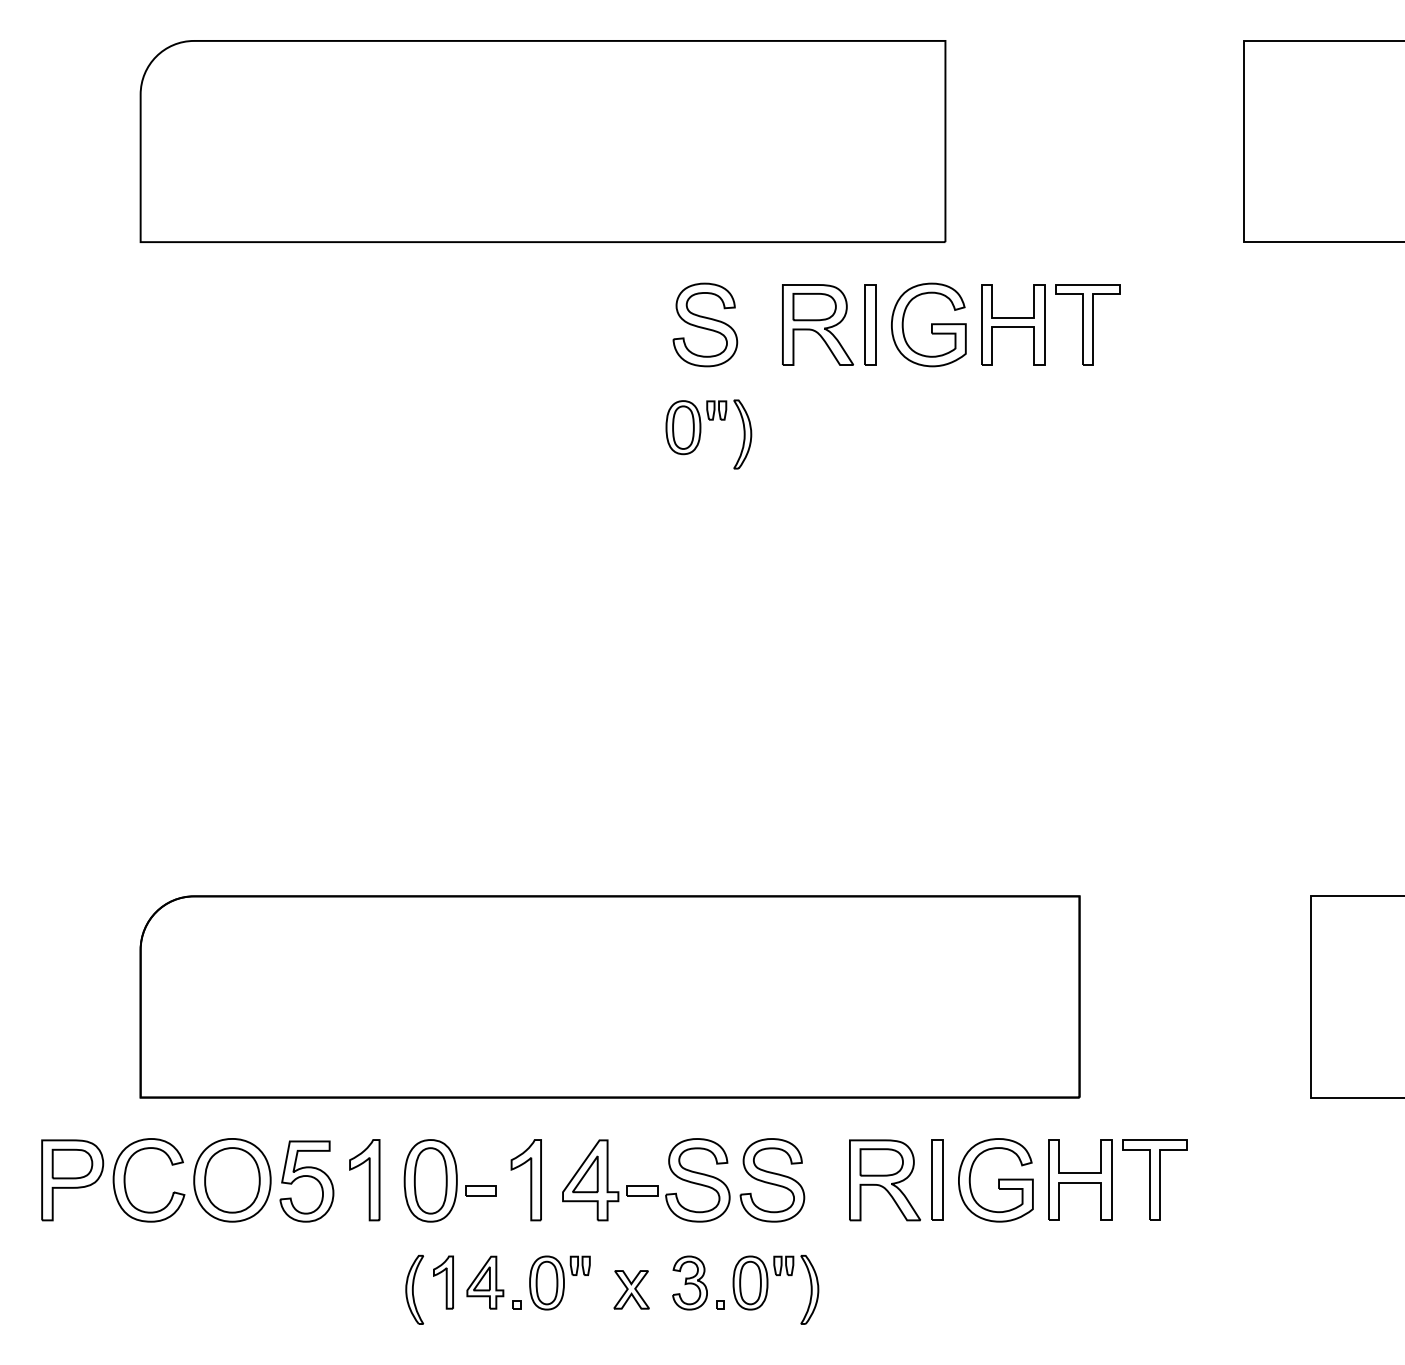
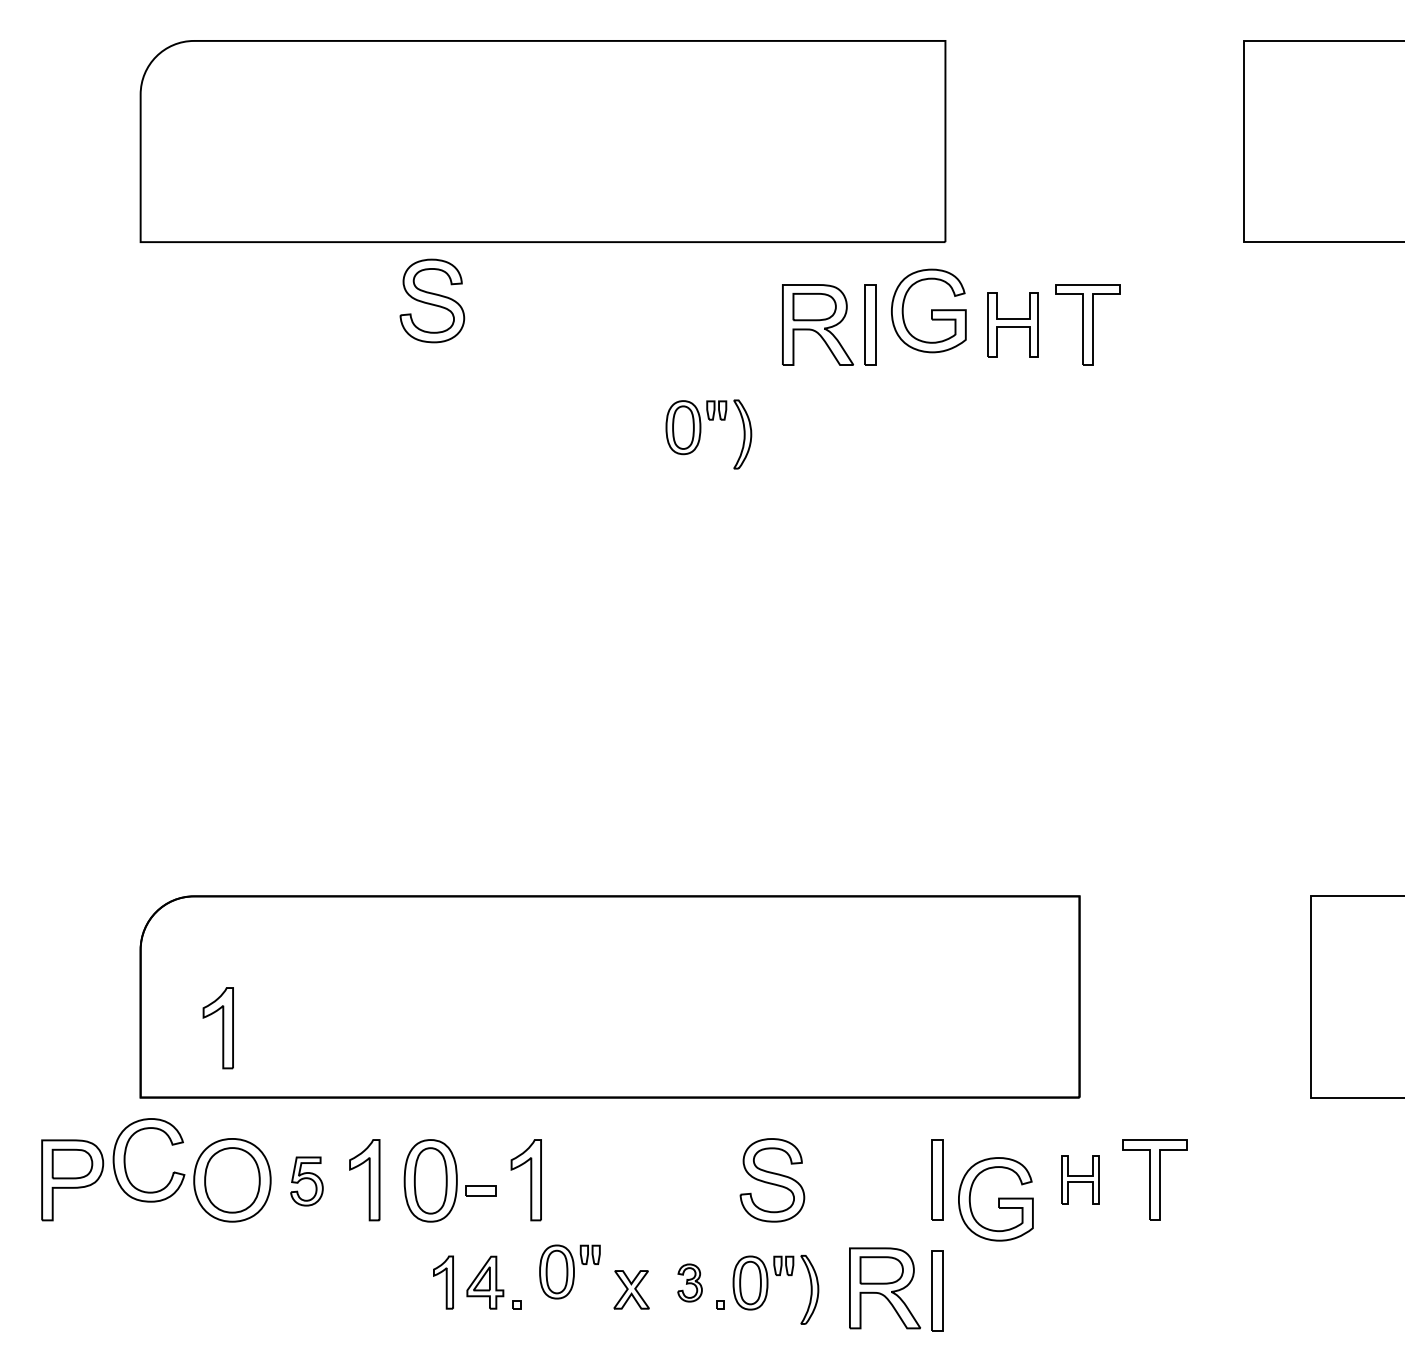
part at (705, 324) position: (705, 324) -> (432, 300)
part at (928, 324) position: (928, 324) -> (928, 310)
part at (1013, 324) size: 65x82 px -> 52x66 px
part at (217, 1028): none -> present
part at (1080, 1179) size: 65x82 px -> 39x50 px
part at (125, 1180) position: (125, 1180) -> (125, 1160)
part at (646, 1180): present -> none
part at (884, 1180) position: (884, 1180) -> (884, 1288)
part at (995, 1180) position: (995, 1180) -> (995, 1199)
part at (306, 1181) size: 56x83 px -> 34x51 px
part at (559, 1282) position: (559, 1282) -> (569, 1271)
part at (689, 1282) size: 36x56 px -> 26x40 px
part at (414, 1289): present -> none
part at (937, 1290): none -> present
